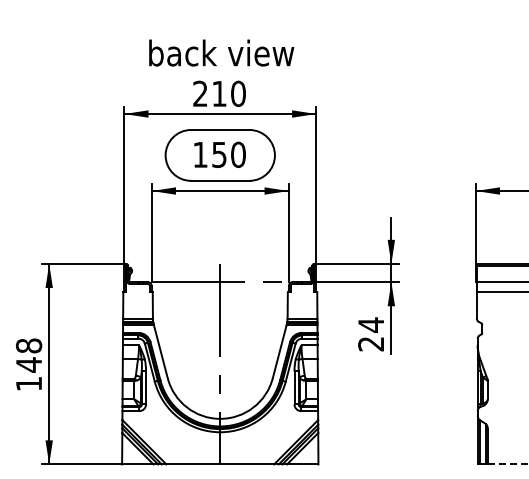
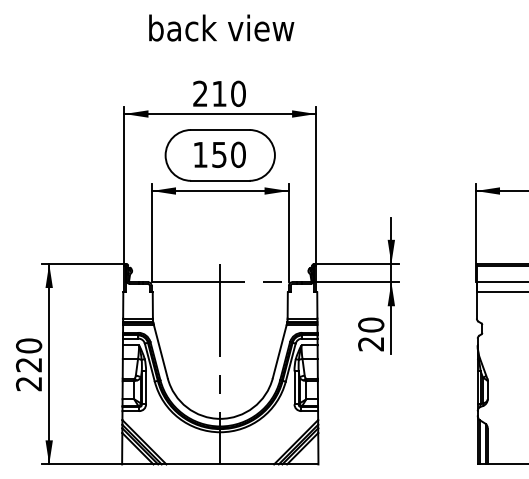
text at (221, 52) position: (221, 52) -> (221, 27)
text at (371, 325): 24 -> 20
text at (28, 364): 148 -> 220
line at (508, 464): dashed -> solid
